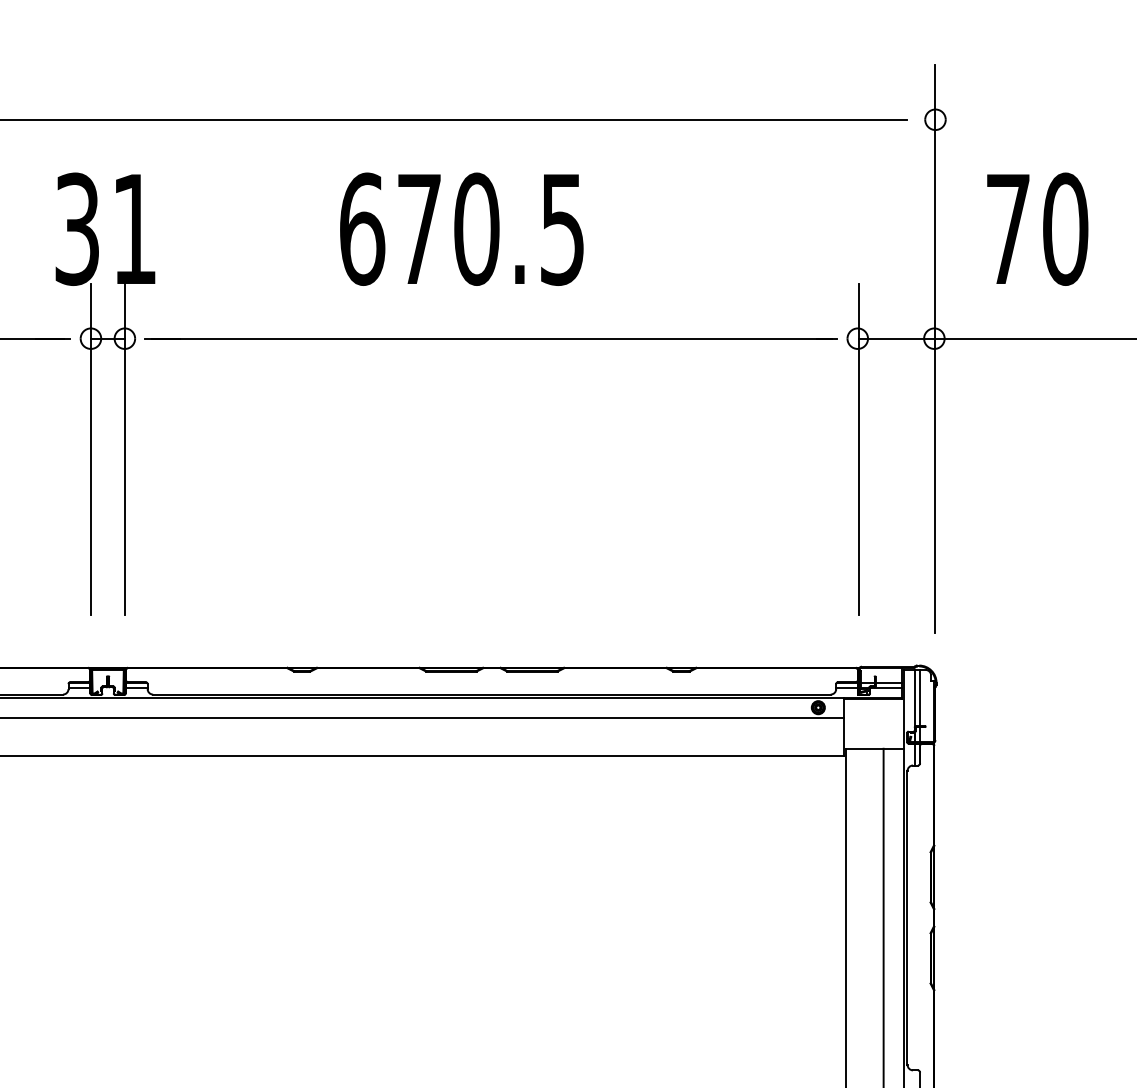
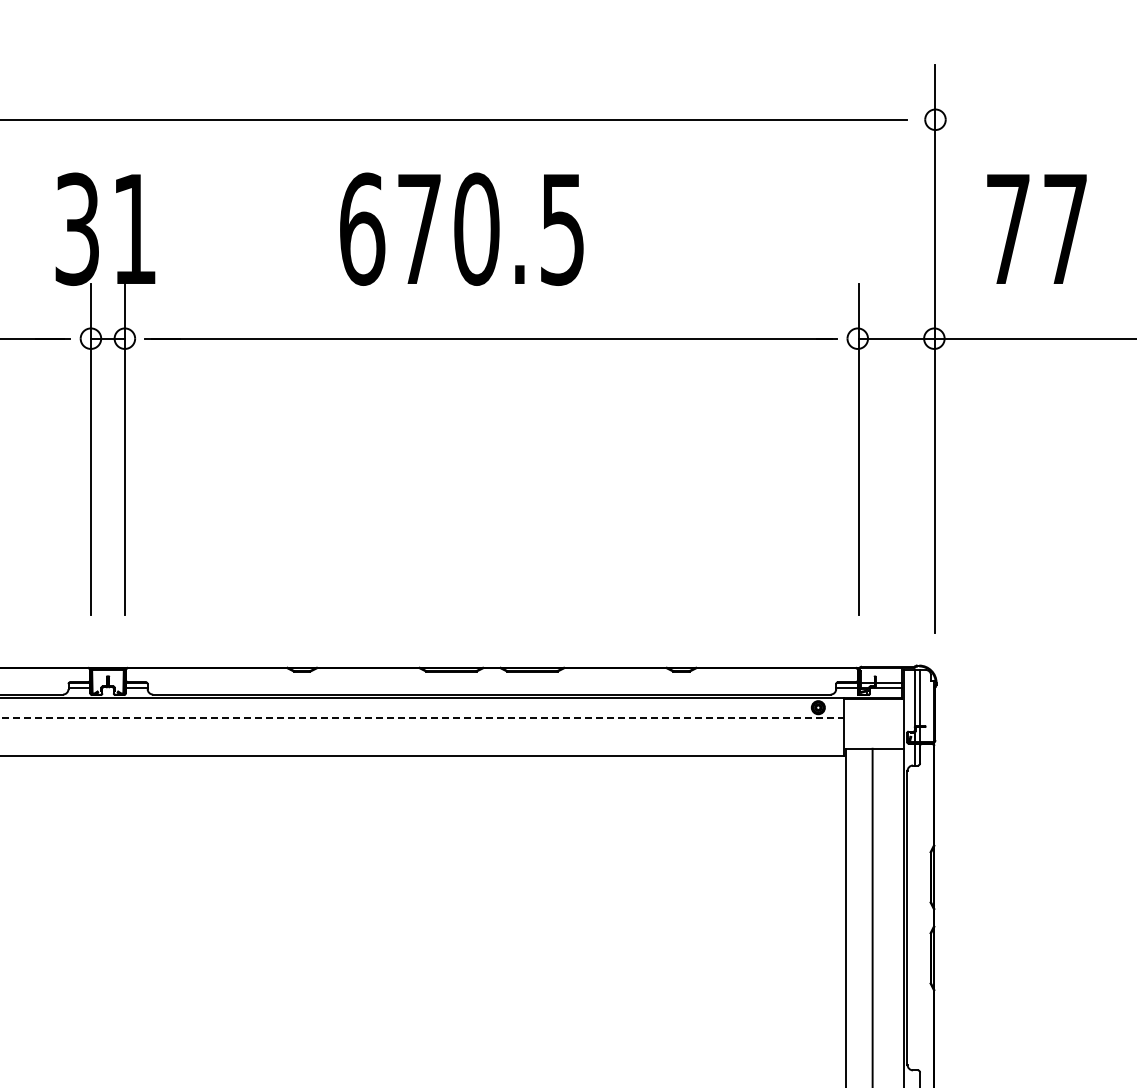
text at (1065, 228): 70 -> 77
line at (422, 717): solid -> dashed
line at (883, 916) position: (883, 916) -> (872, 916)
